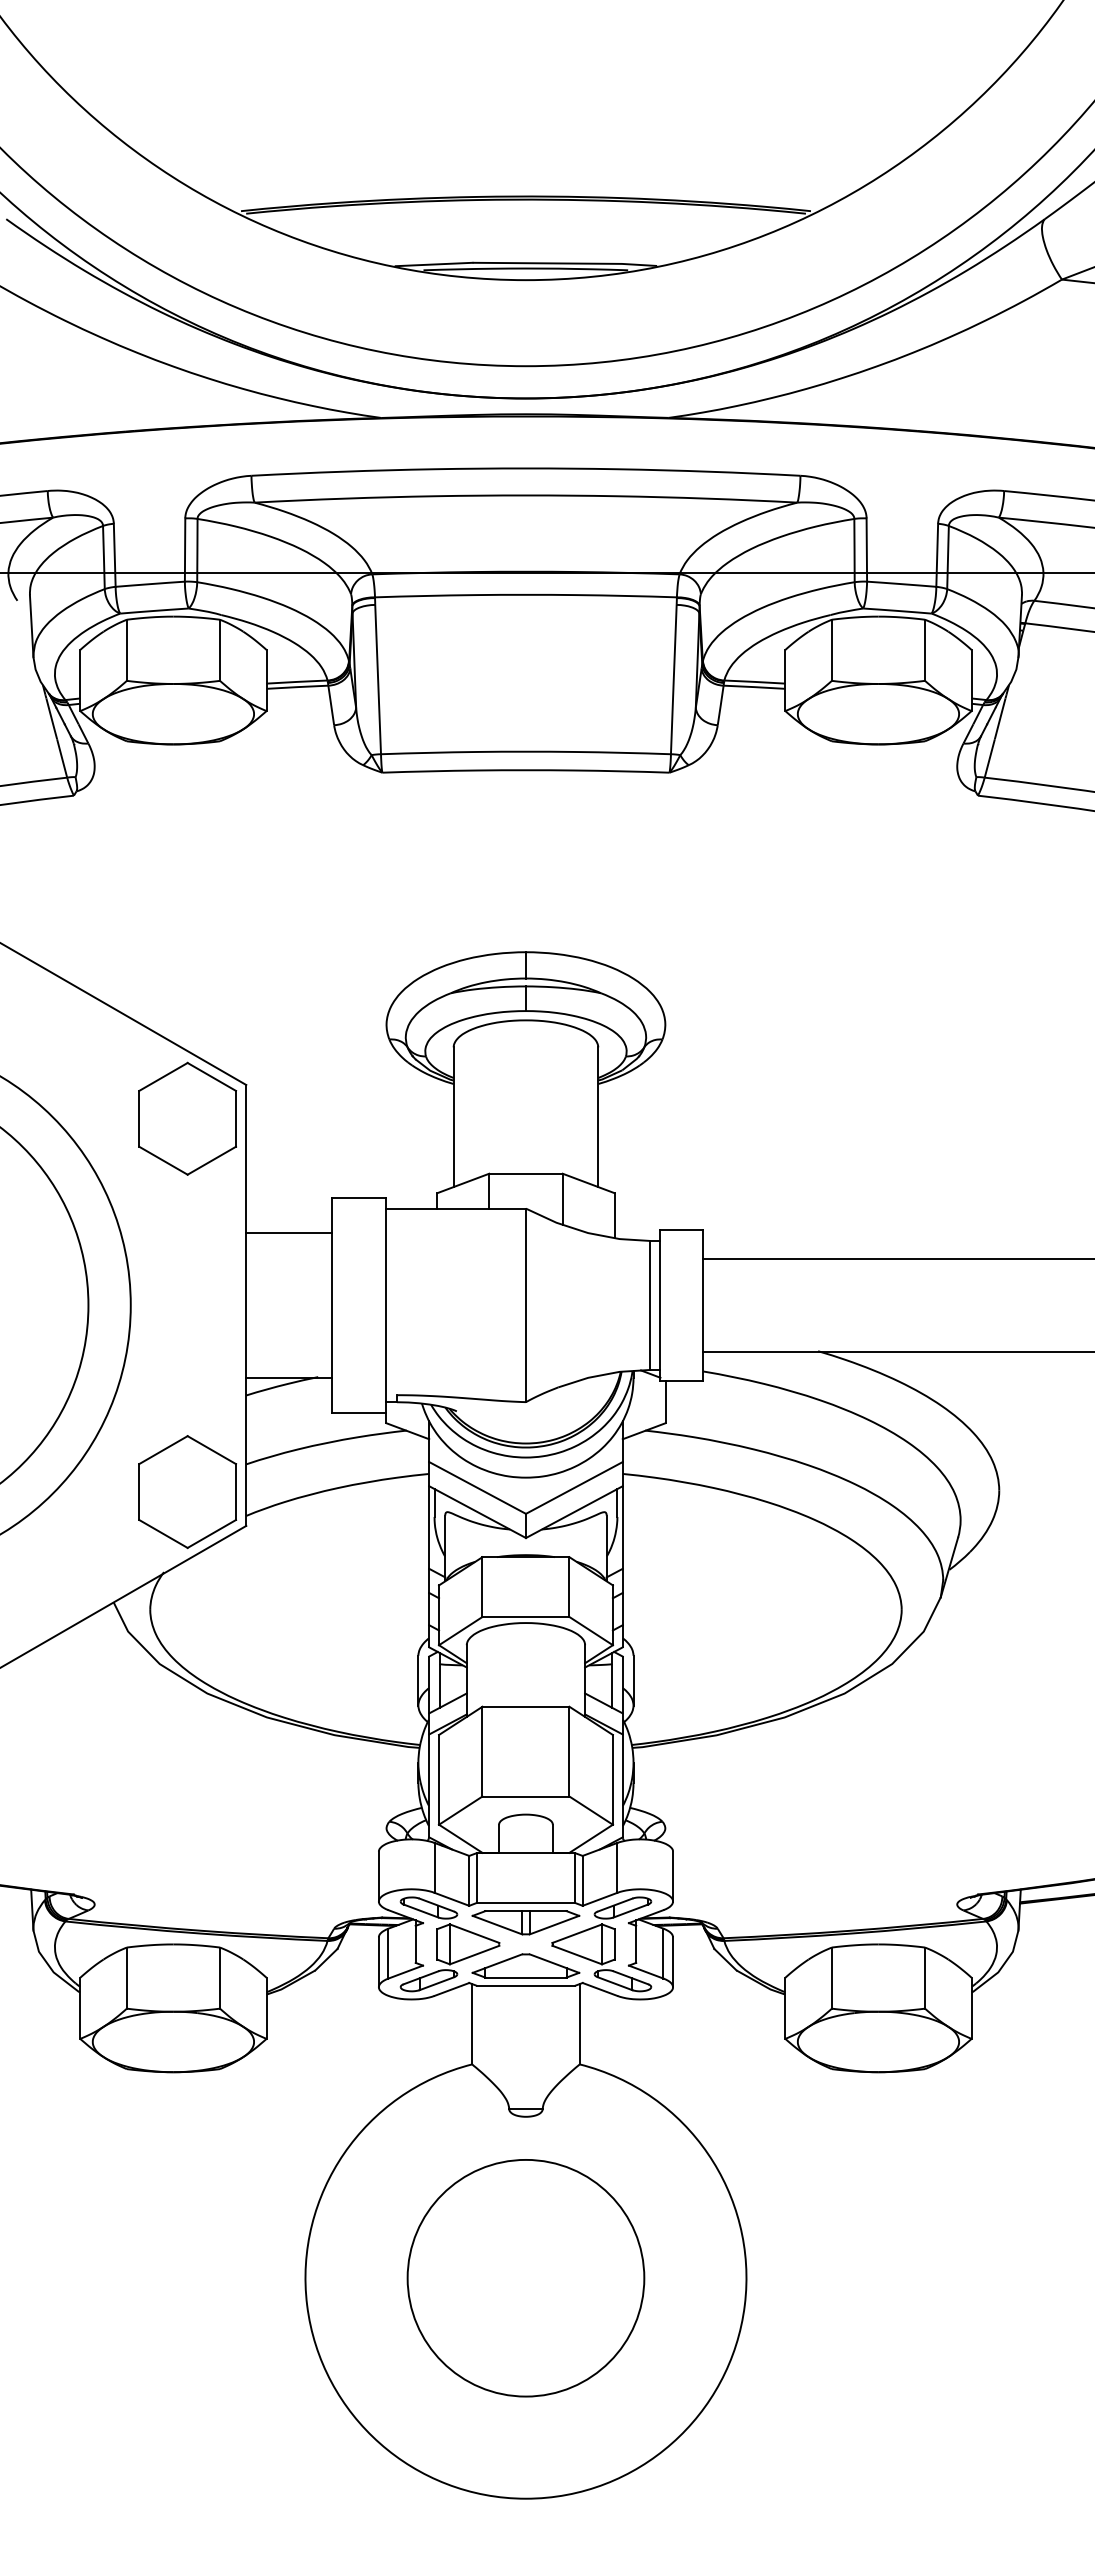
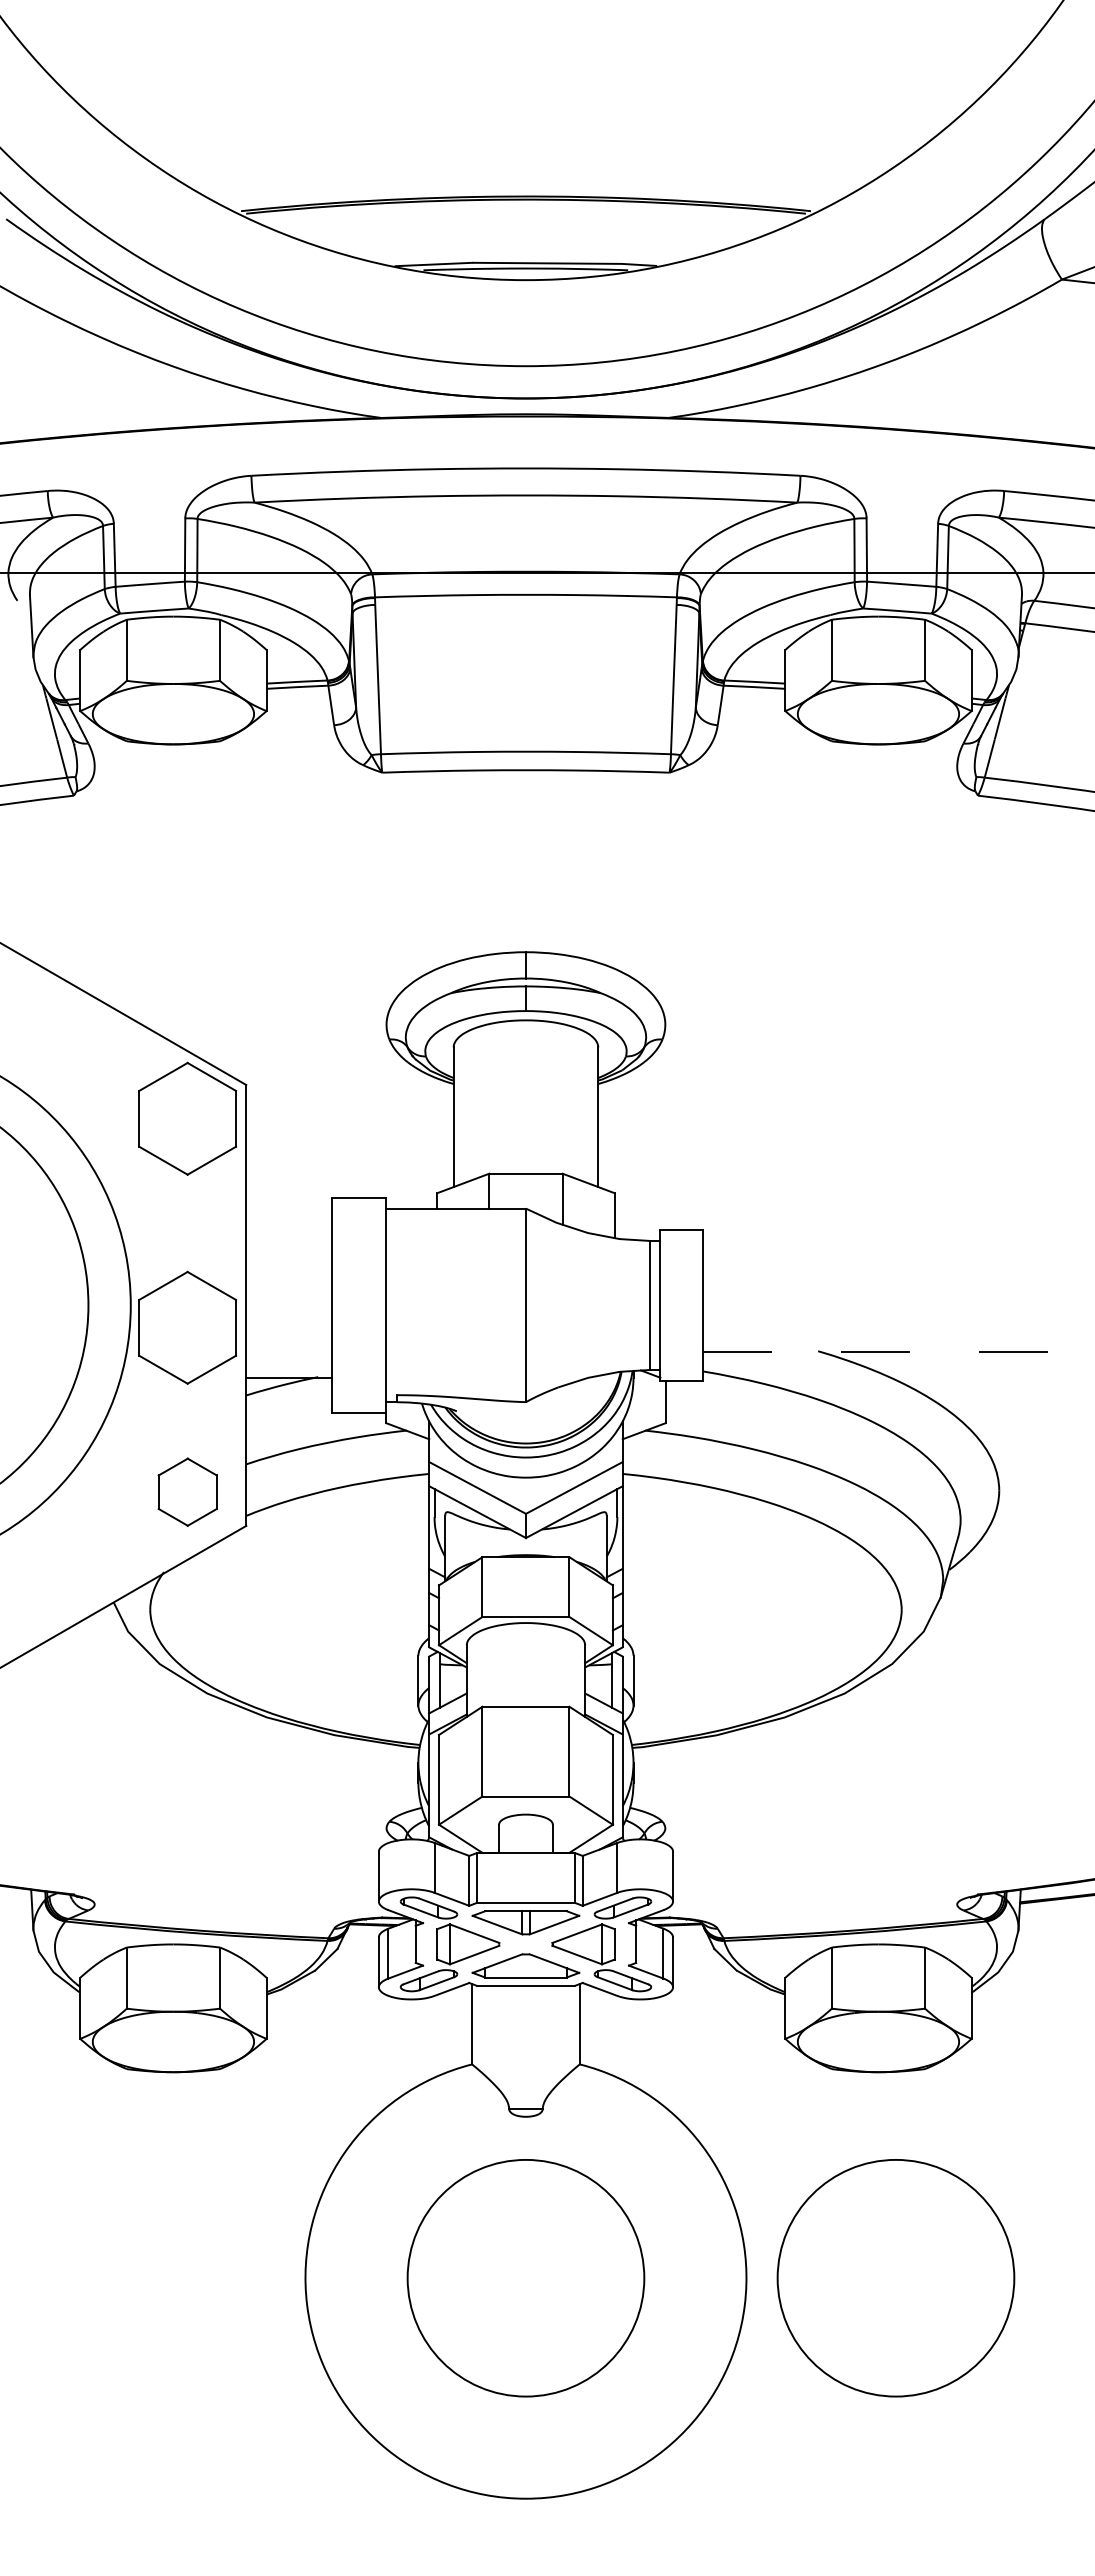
line at (289, 1233): present -> none
line at (897, 1258): present -> none
part at (187, 1327): none -> present
line at (899, 1351): solid -> dashed
part at (187, 1492) size: 100x115 px -> 61x70 px
circle at (895, 2278): none -> present
